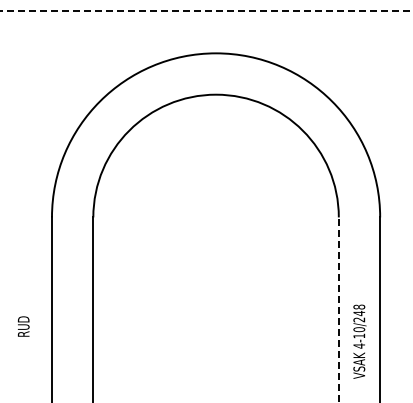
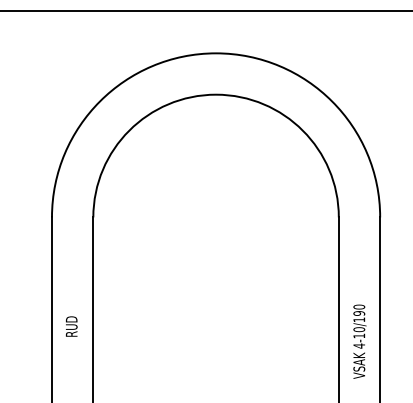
line at (206, 10): dashed -> solid
line at (338, 309): dashed -> solid
text at (359, 313): 4-10/248 -> 4-10/190
text at (23, 326) position: (23, 326) -> (71, 326)
